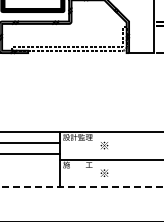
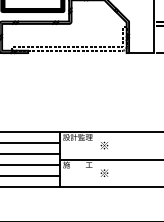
line at (30, 165): none -> present
line at (30, 176): none -> present
line at (82, 187): dashed -> solid
